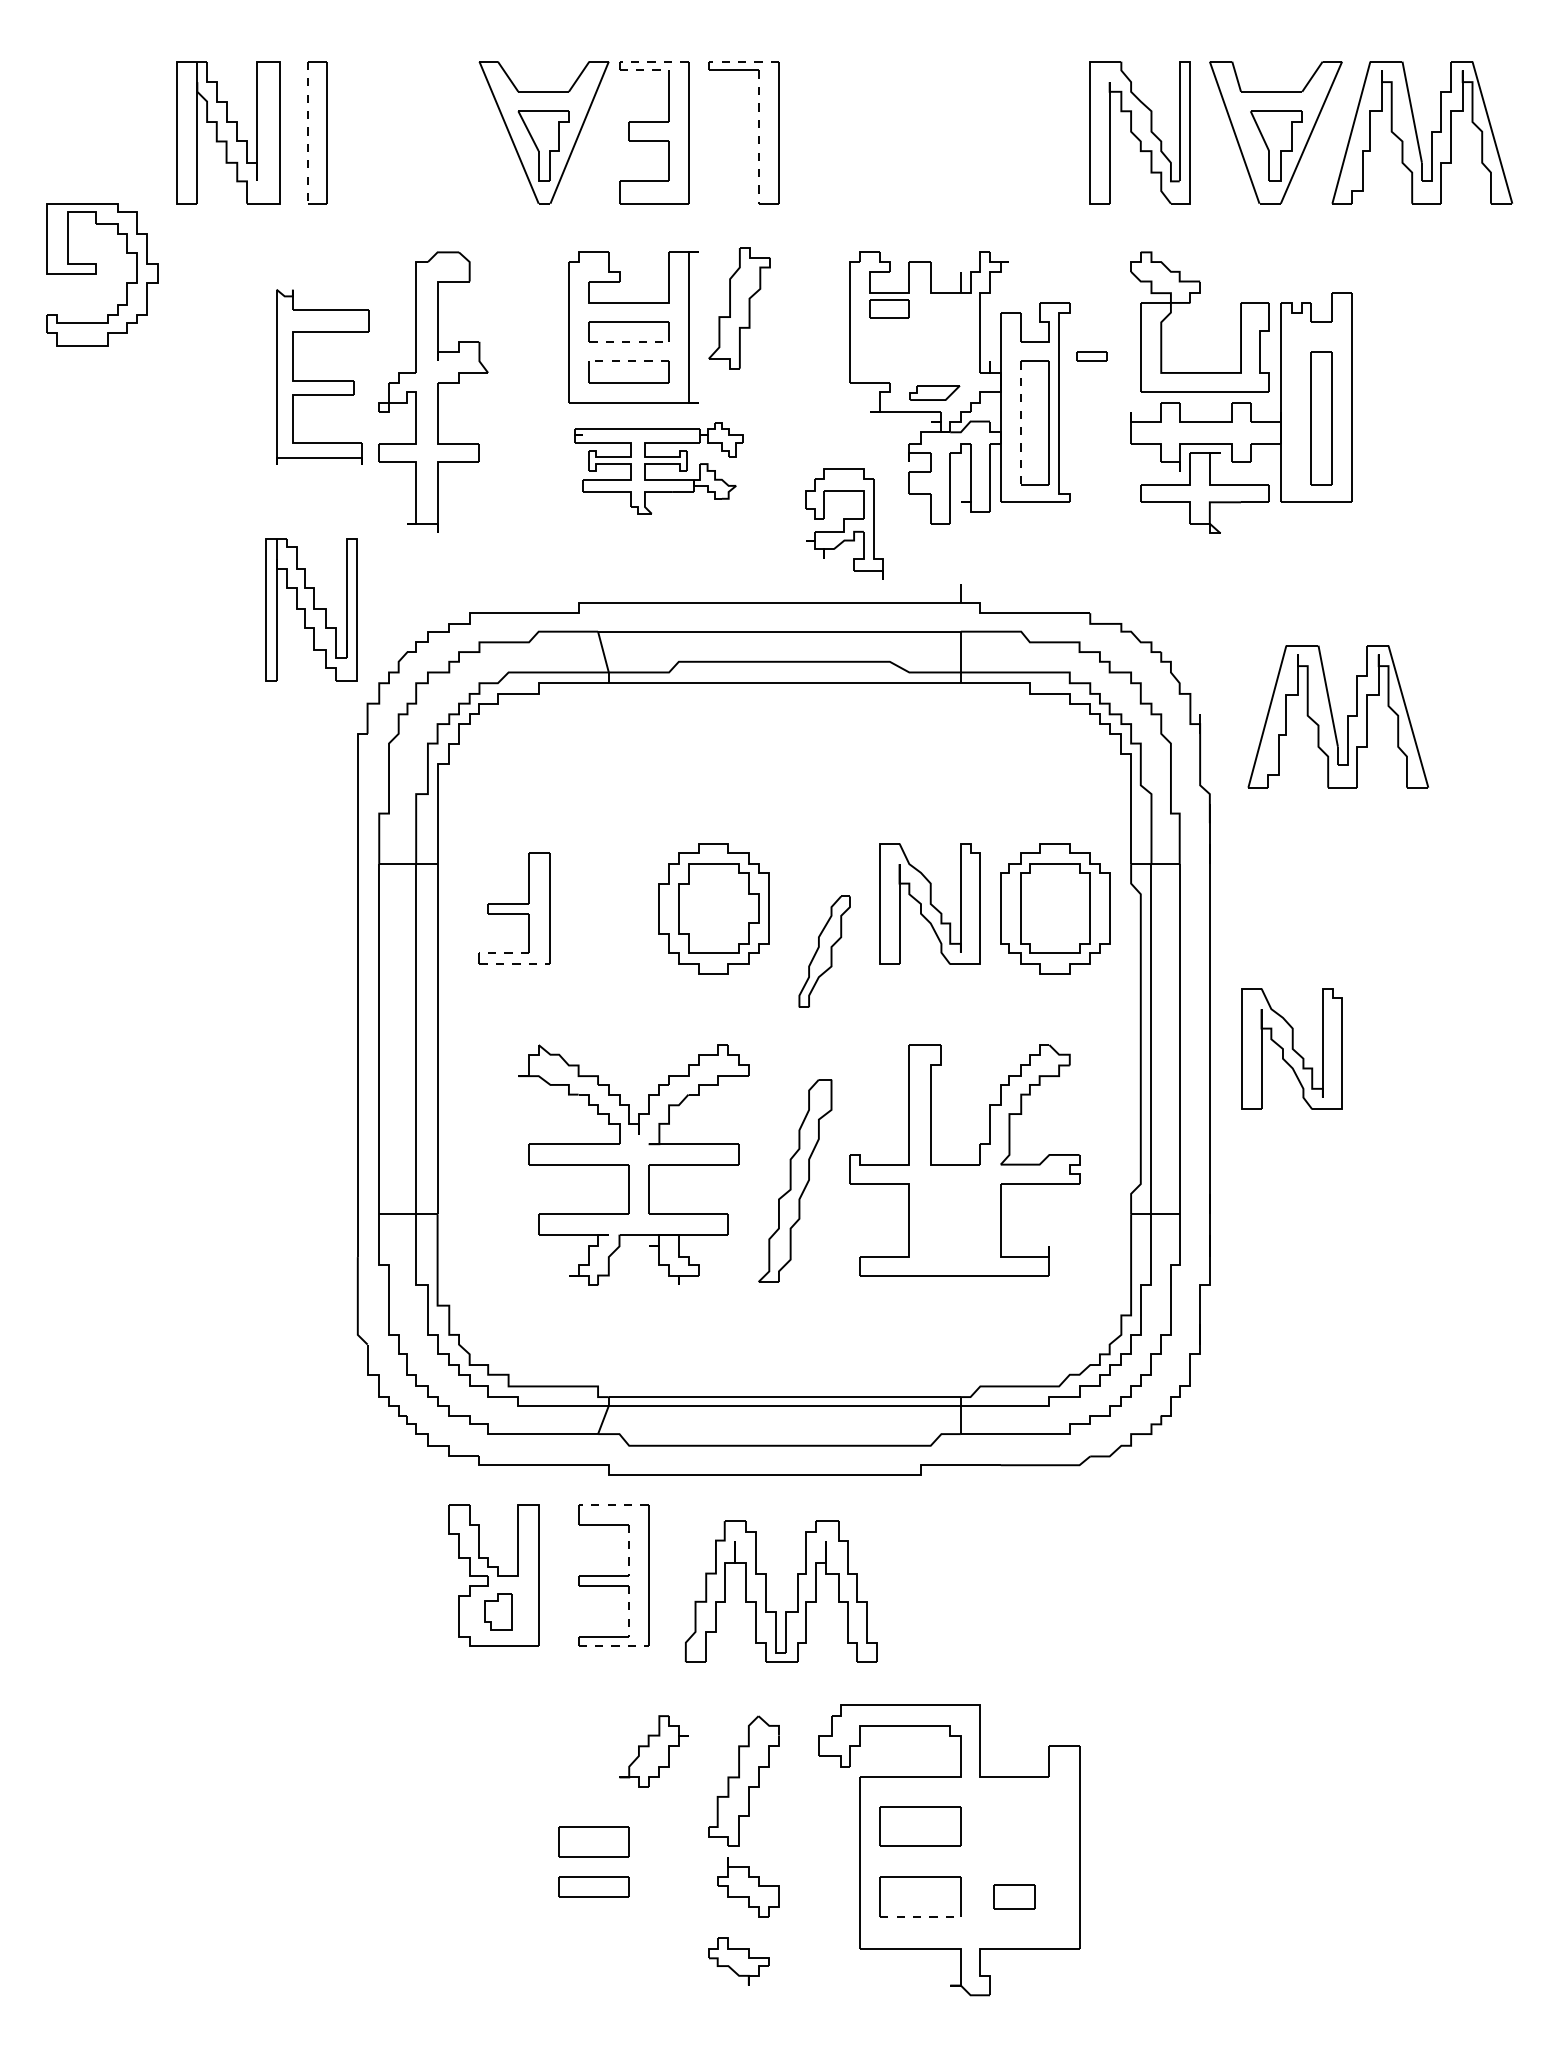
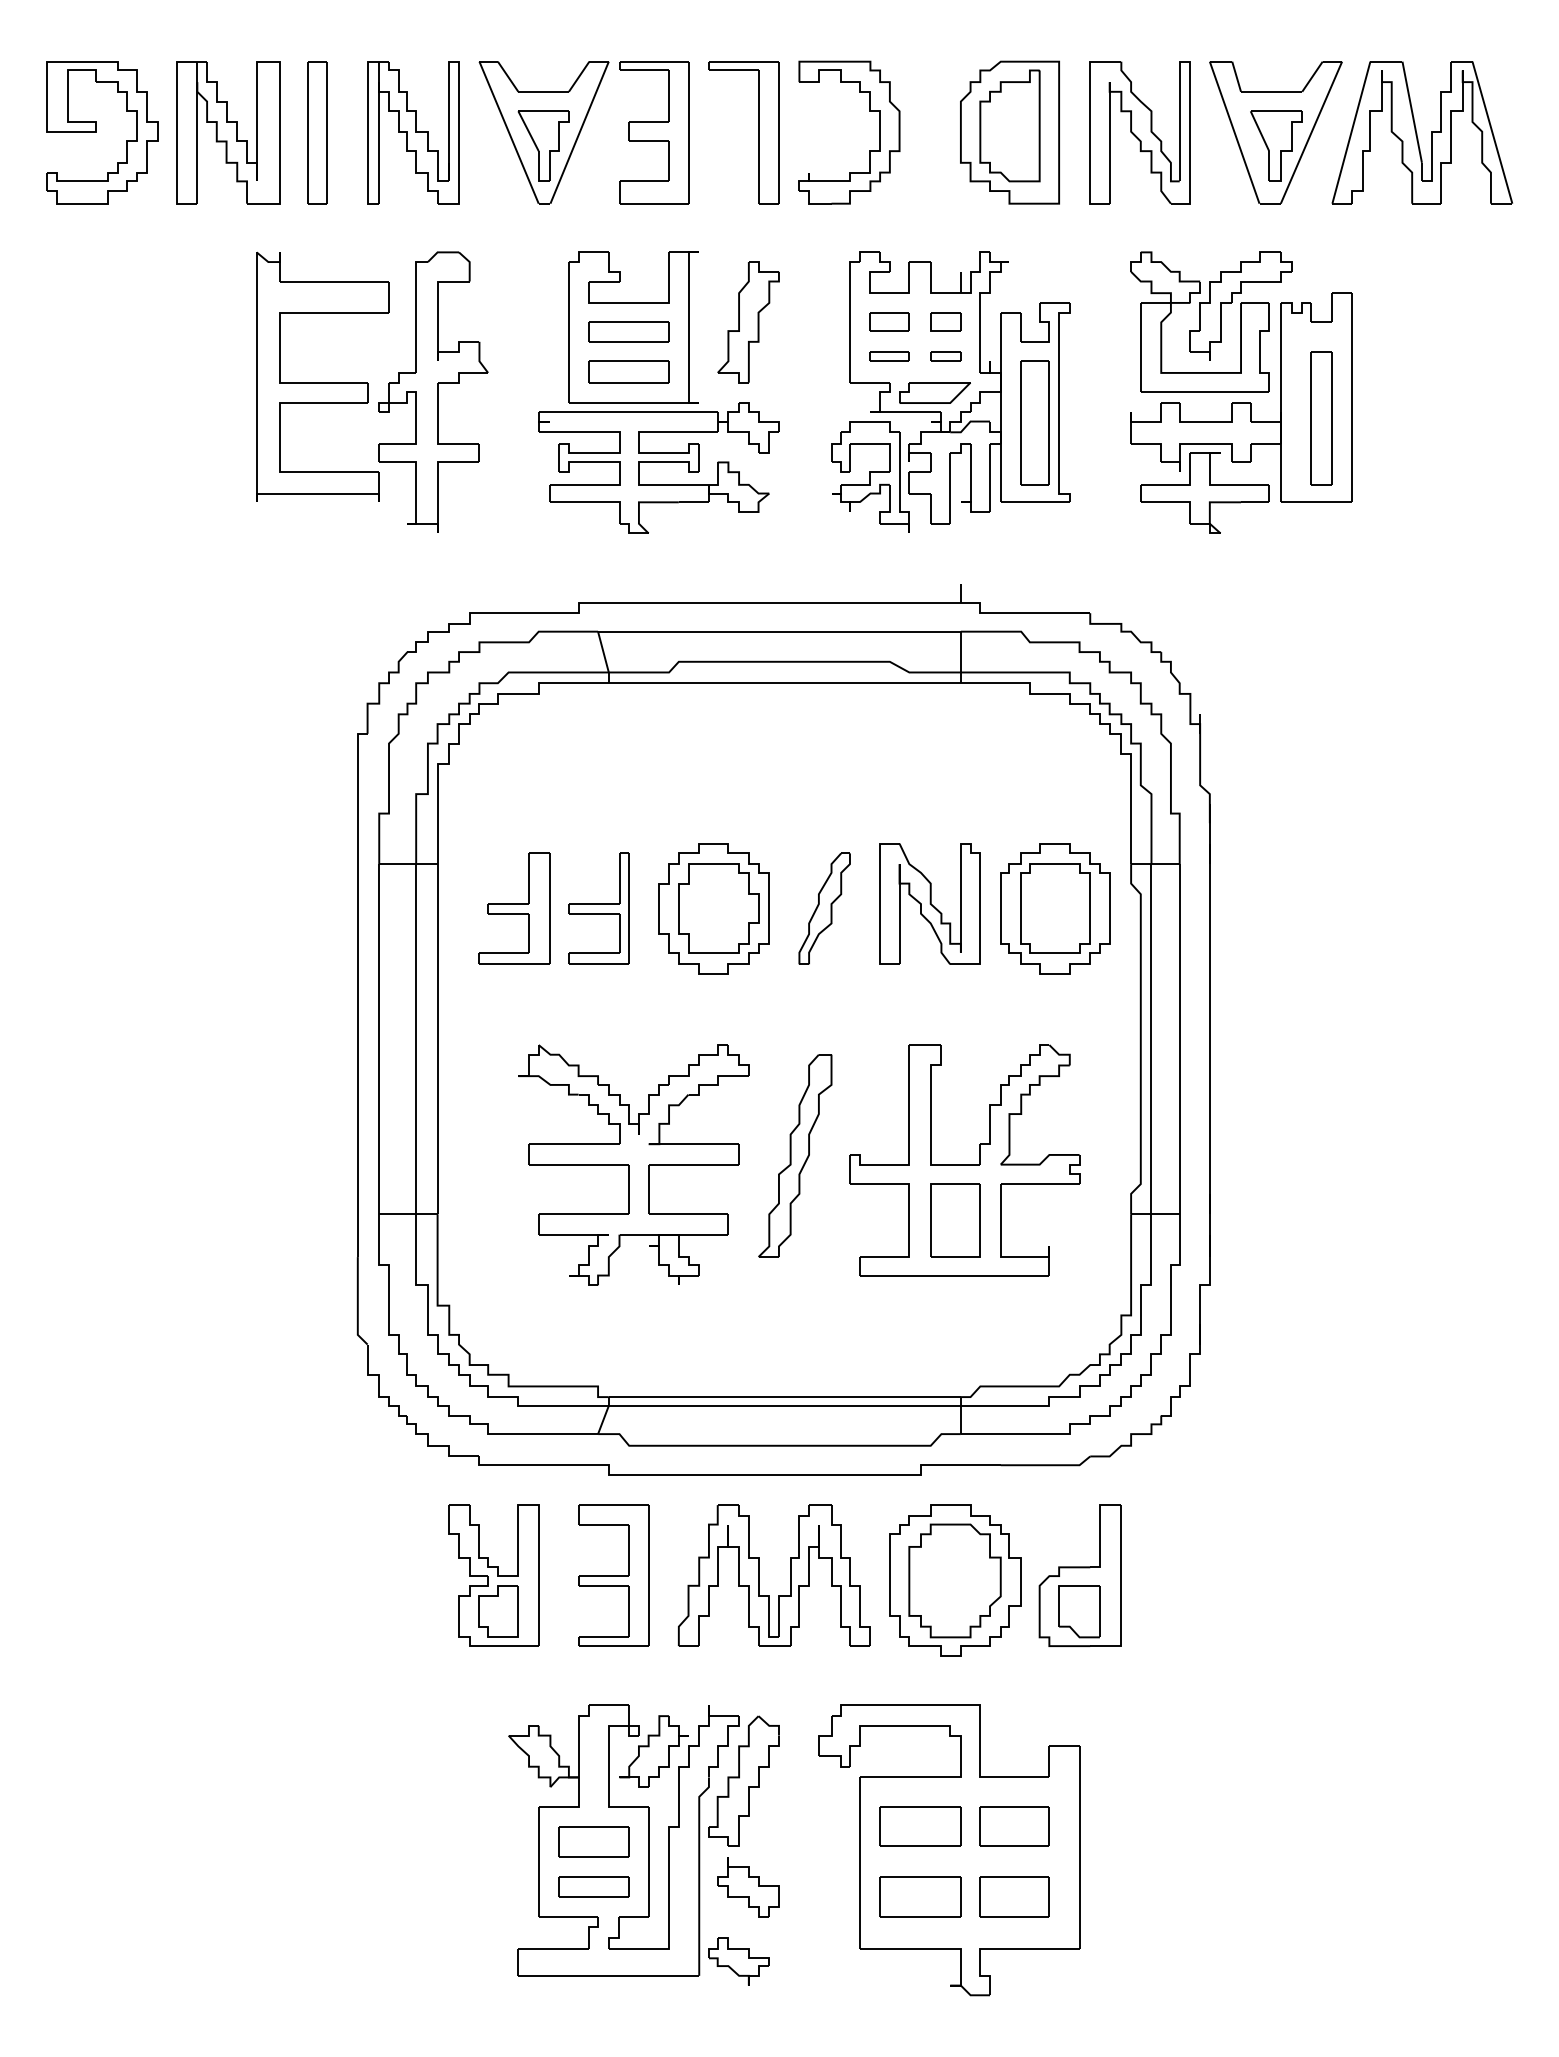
line at (654, 61): dashed -> solid
line at (743, 61): dashed -> solid
line at (644, 70): dashed -> solid
part at (1009, 132): none -> present
line at (308, 133): dashed -> solid
line at (758, 137): dashed -> solid
part at (869, 150): none -> present
part at (102, 274) position: (102, 274) -> (102, 132)
part at (1232, 302): none -> present
part at (739, 308) position: (739, 308) -> (748, 322)
part at (889, 308) position: (889, 308) -> (889, 321)
part at (945, 321): none -> present
line at (629, 341): dashed -> solid
part at (889, 356): none -> present
part at (1091, 356) position: (1091, 356) -> (945, 356)
line at (629, 361): dashed -> solid
part at (322, 376) size: 94x176 px -> 134x251 px
part at (934, 392) size: 52x16 px -> 72x22 px
line at (1021, 423): dashed -> solid
part at (658, 468) size: 170x93 px -> 242x132 px
part at (844, 523) position: (844, 523) -> (870, 476)
part at (311, 609) position: (311, 609) -> (413, 132)
part at (1338, 716): present -> none
part at (598, 908): none -> present
part at (824, 951) position: (824, 951) -> (824, 908)
line at (504, 952): dashed -> solid
line at (516, 964): dashed -> solid
part at (1291, 1048): present -> none
part at (795, 1180) position: (795, 1180) -> (795, 1155)
part at (955, 1220): none -> present
line at (613, 1505): dashed -> solid
line at (629, 1550): dashed -> solid
part at (1079, 1575): none -> present
part at (955, 1580): none -> present
part at (766, 1591) position: (766, 1591) -> (759, 1575)
part at (498, 1611) size: 29x38 px -> 41x53 px
line at (629, 1611): dashed -> solid
line at (614, 1646): dashed -> solid
part at (1014, 1826): none -> present
part at (623, 1840): none -> present
part at (1014, 1896) size: 43x26 px -> 71x42 px
line at (921, 1916): dashed -> solid
